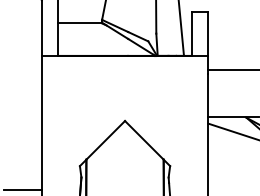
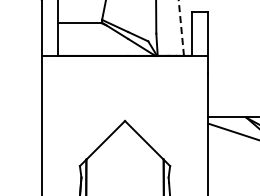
line at (181, 27): solid -> dashed
line at (232, 70): present -> none
line at (22, 189): present -> none
